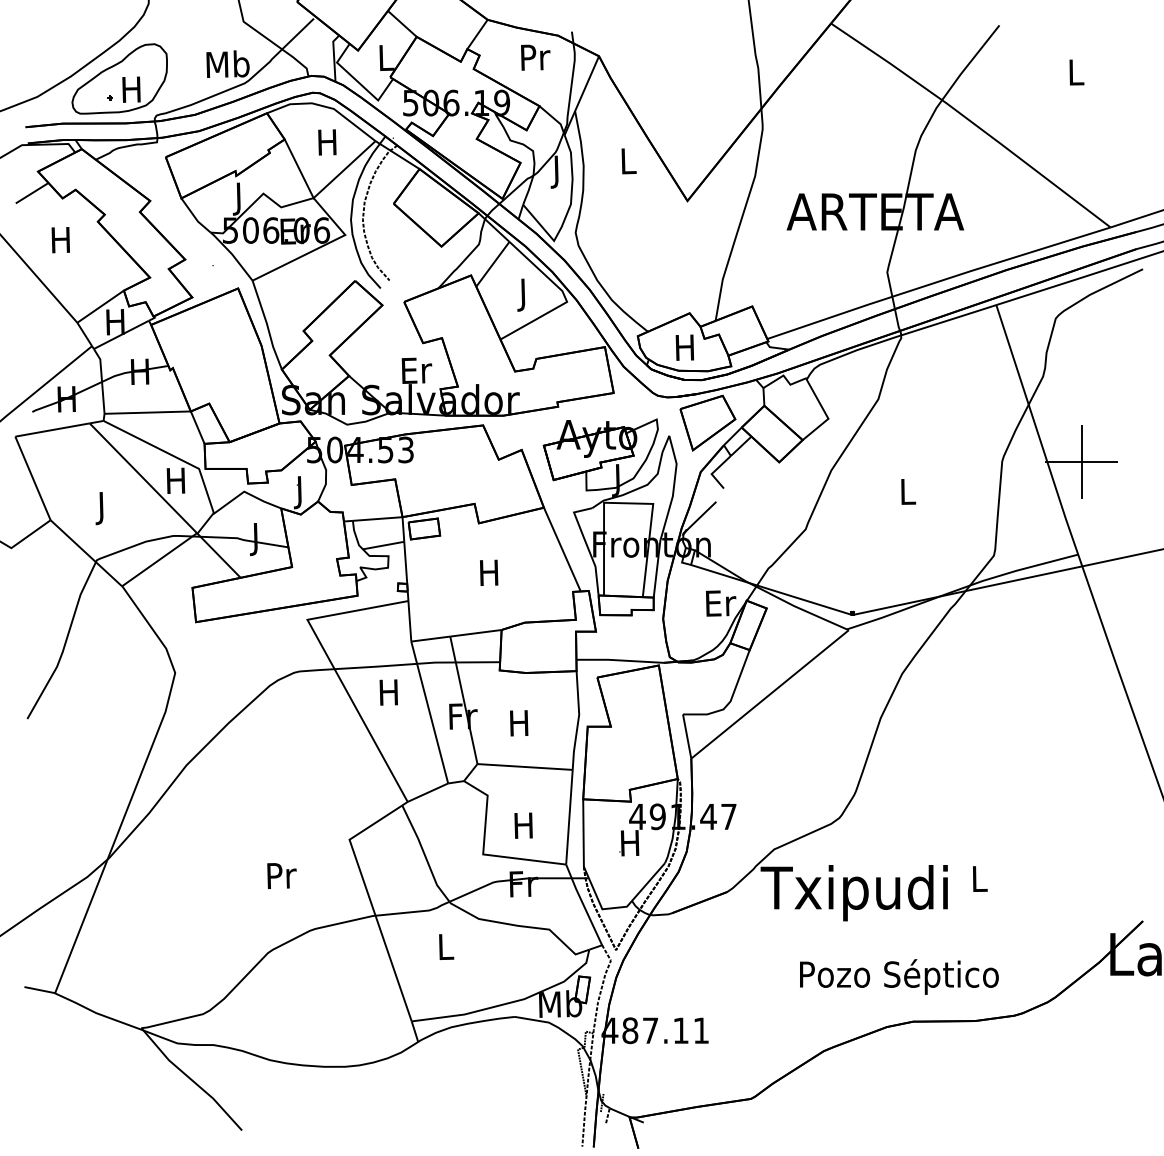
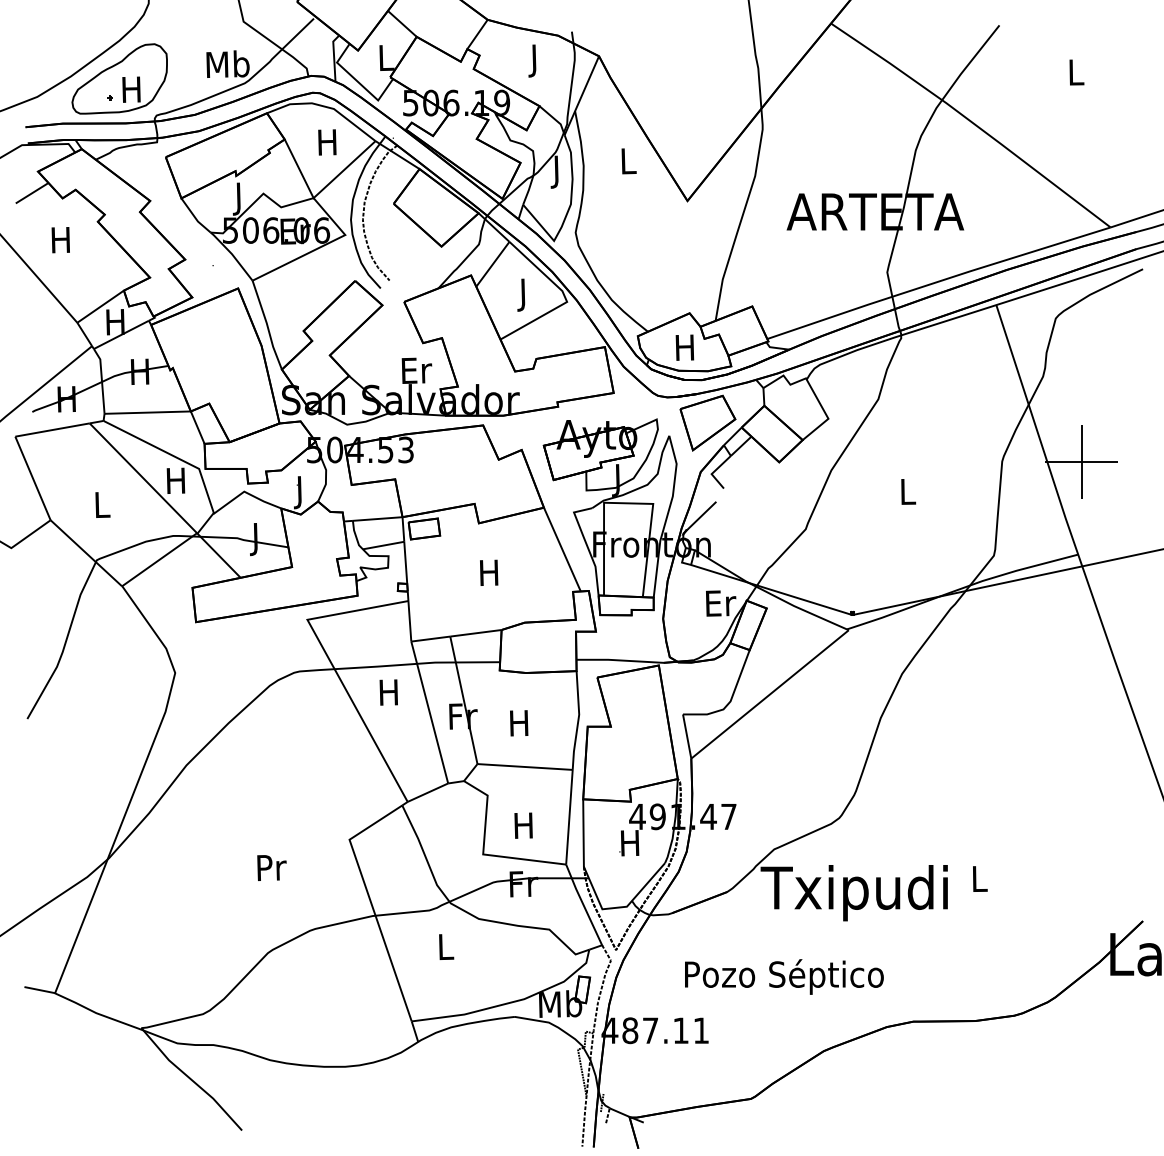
text at (535, 60): Pr -> J
text at (102, 508): J -> L
text at (281, 875) position: (281, 875) -> (271, 867)
text at (899, 976) position: (899, 976) -> (784, 976)
